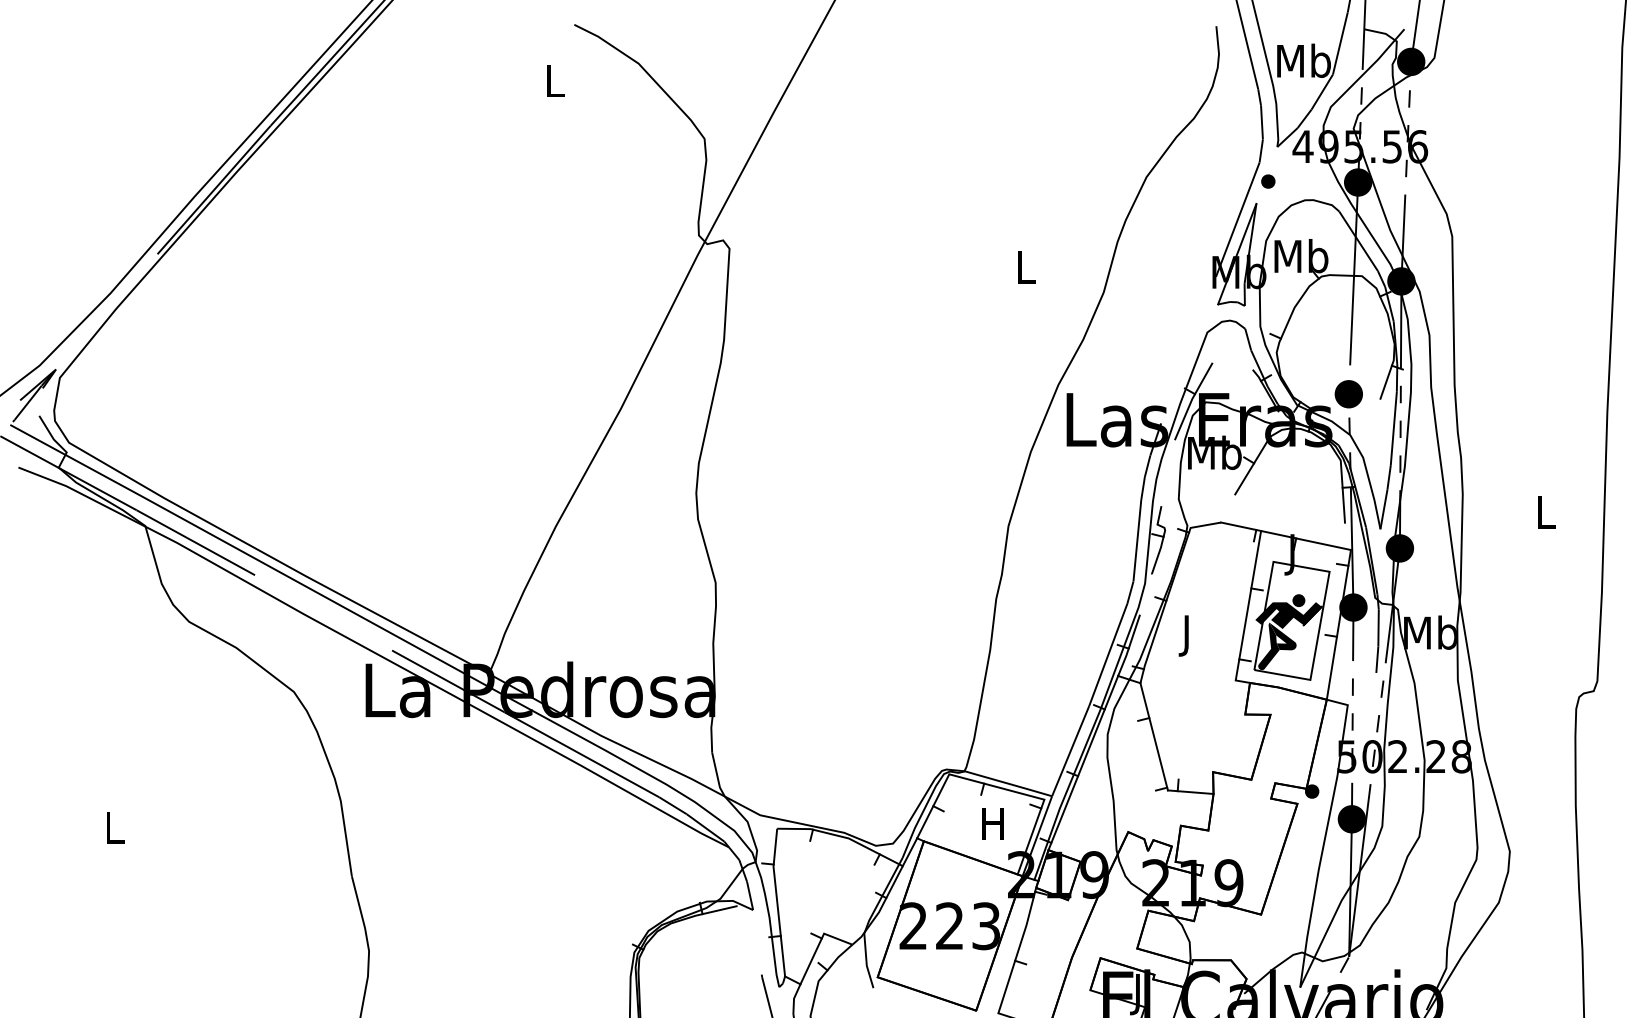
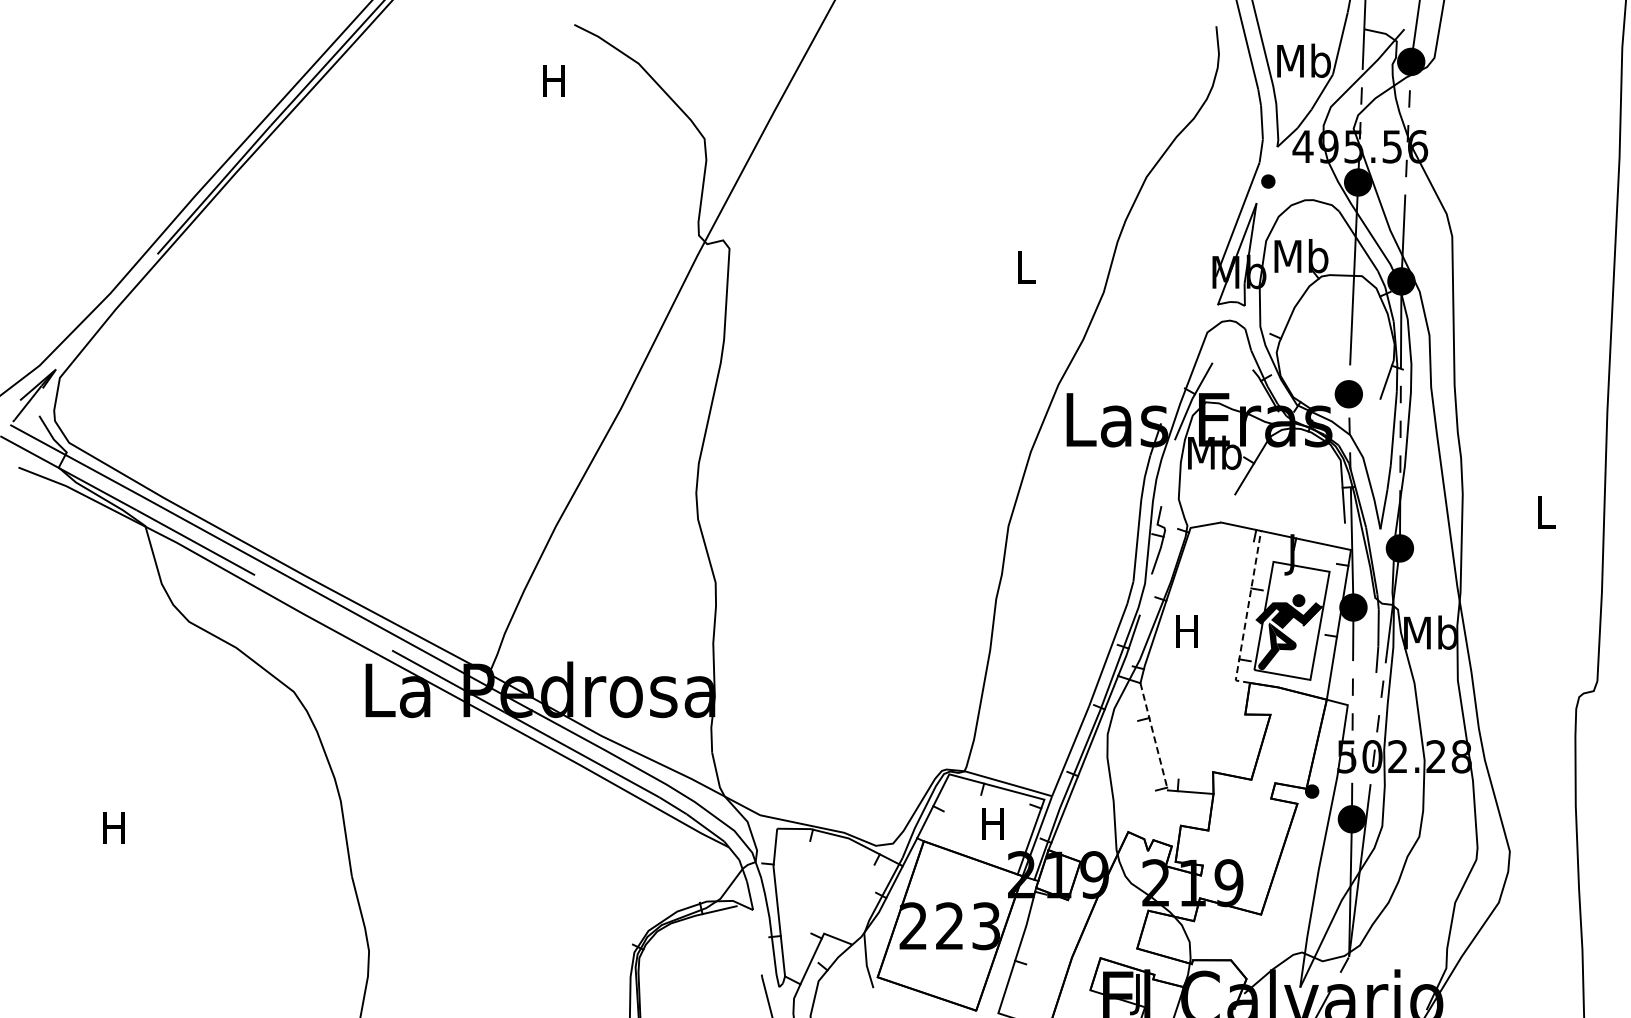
text at (553, 80): L -> H
line at (1247, 613): solid -> dashed
text at (1186, 635): J -> H
line at (1154, 737): solid -> dashed
text at (113, 827): L -> H
